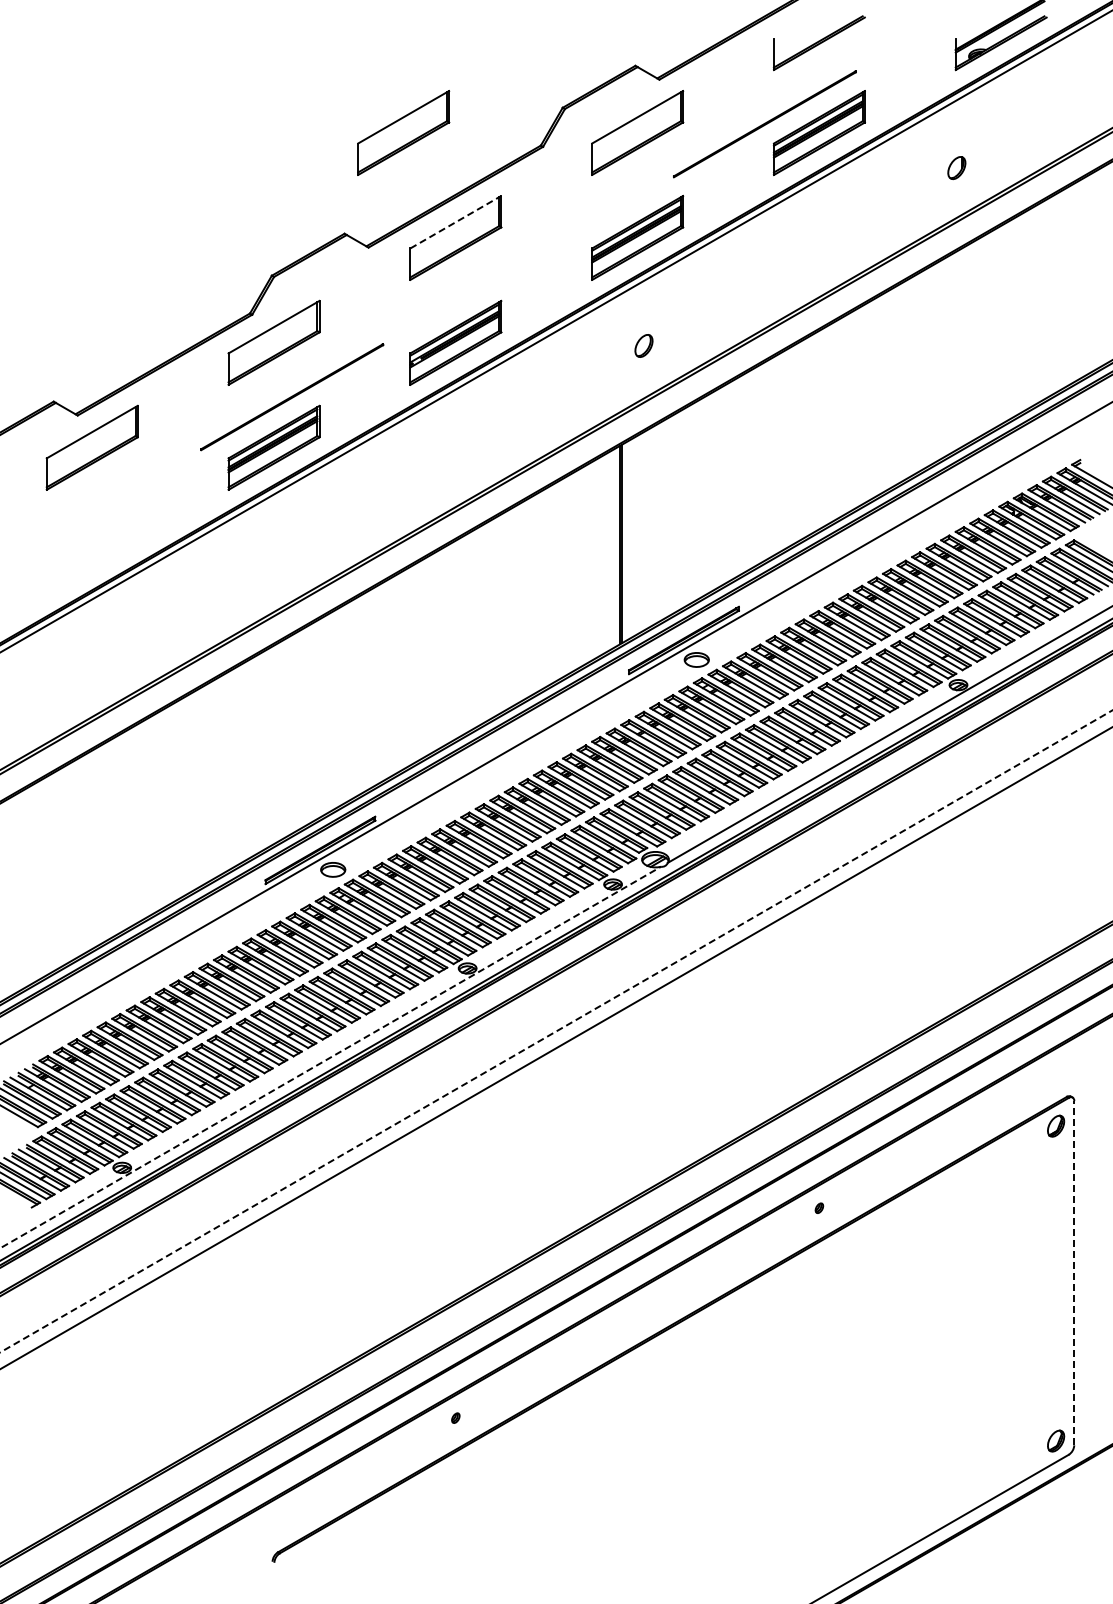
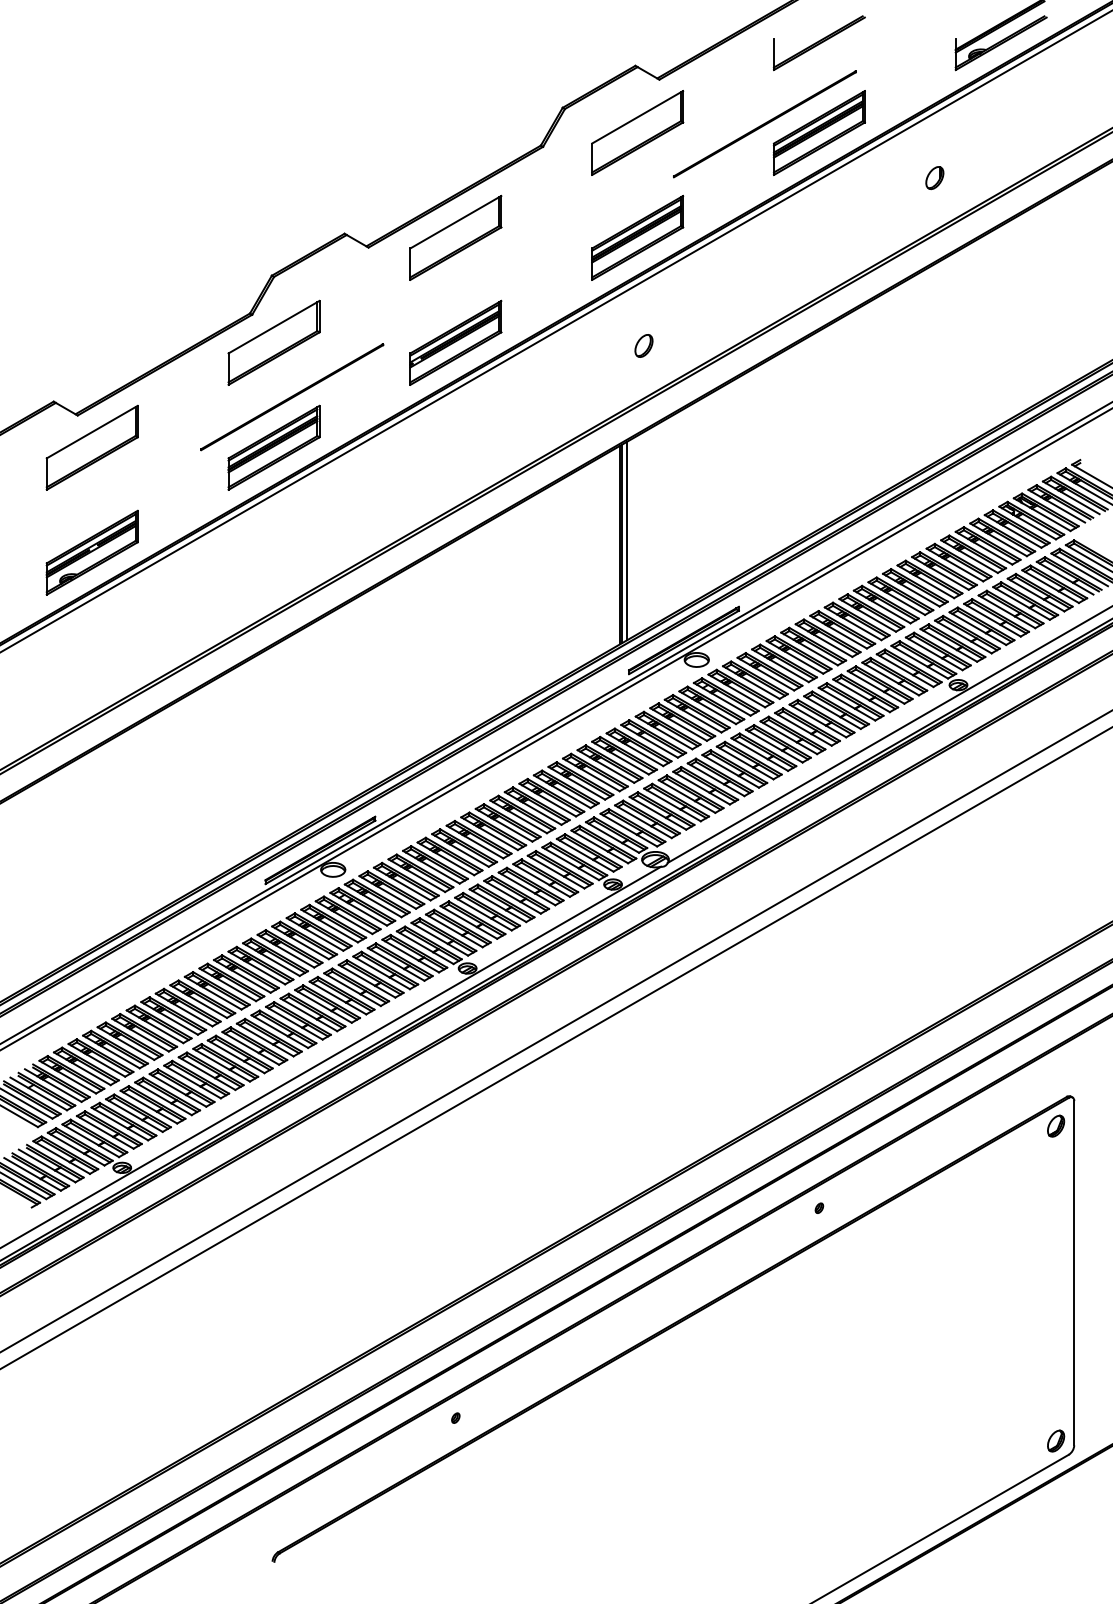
part at (403, 132): present -> none
part at (956, 168) position: (956, 168) -> (934, 178)
line at (456, 221): dashed -> solid
line at (627, 540): none -> present
part at (91, 552): none -> present
line at (555, 728): none -> present
line at (556, 1031): dashed -> solid
line at (331, 1057): dashed -> solid
line at (1074, 1272): dashed -> solid
